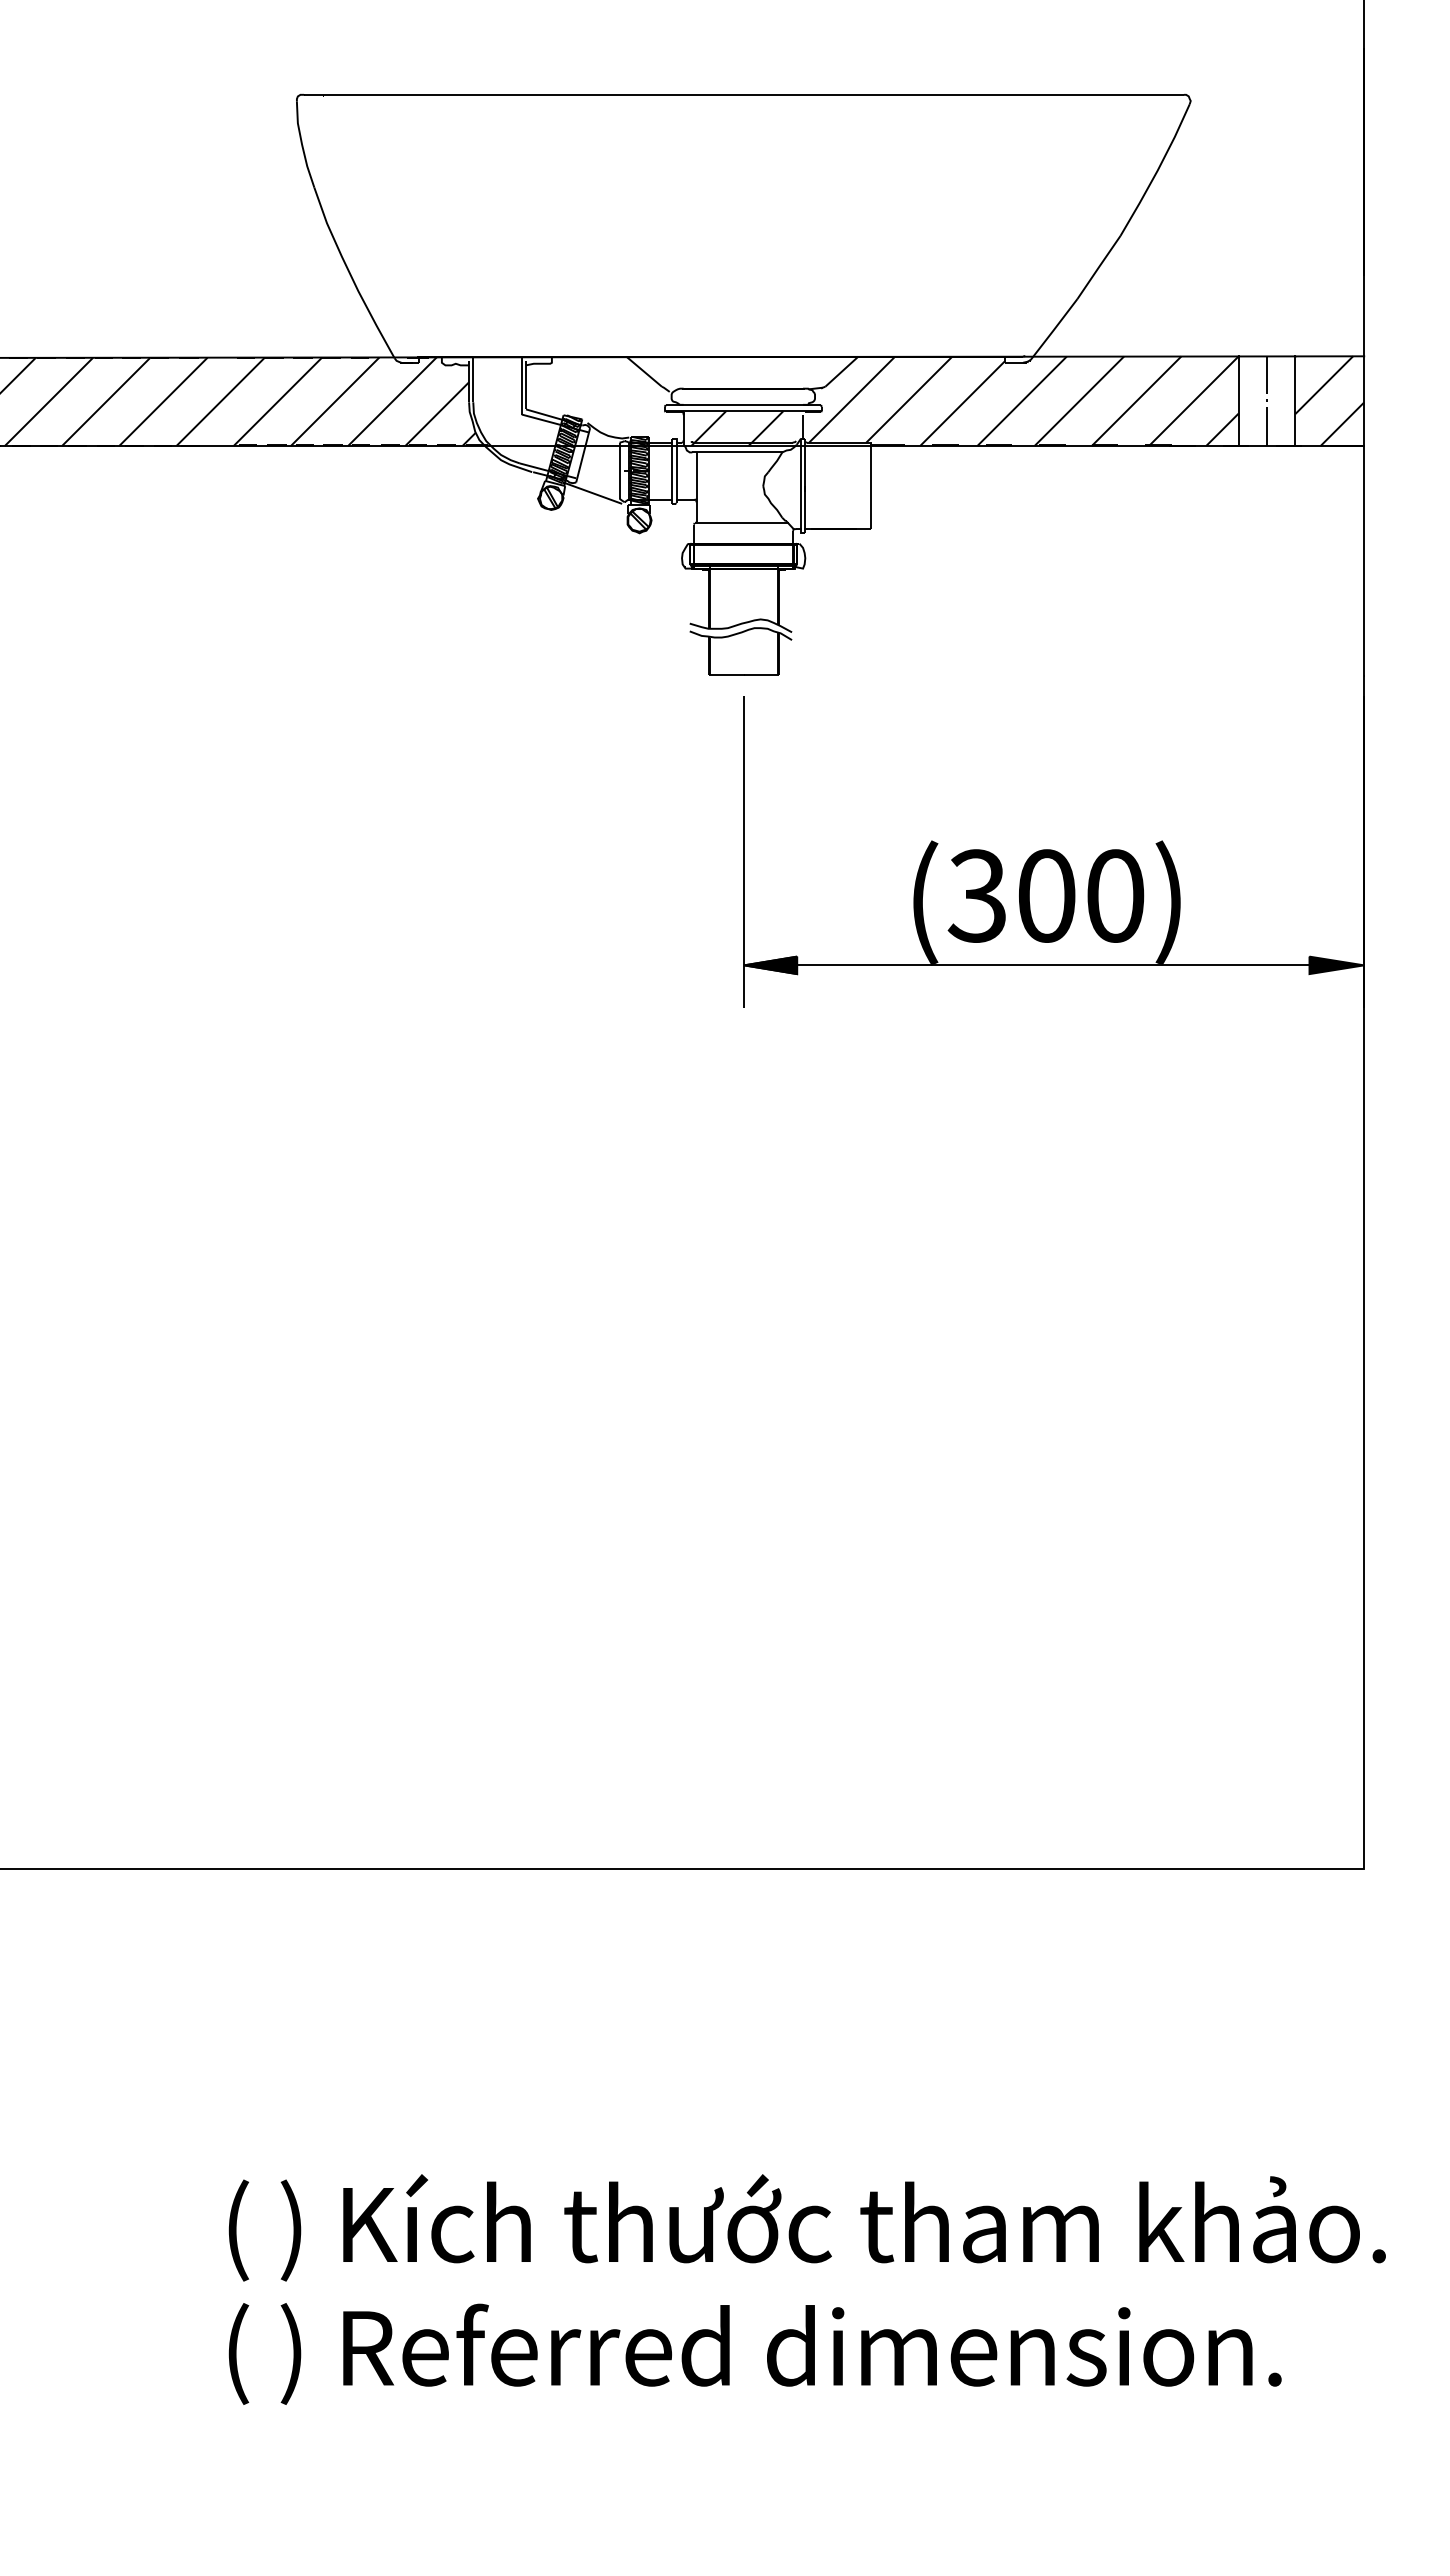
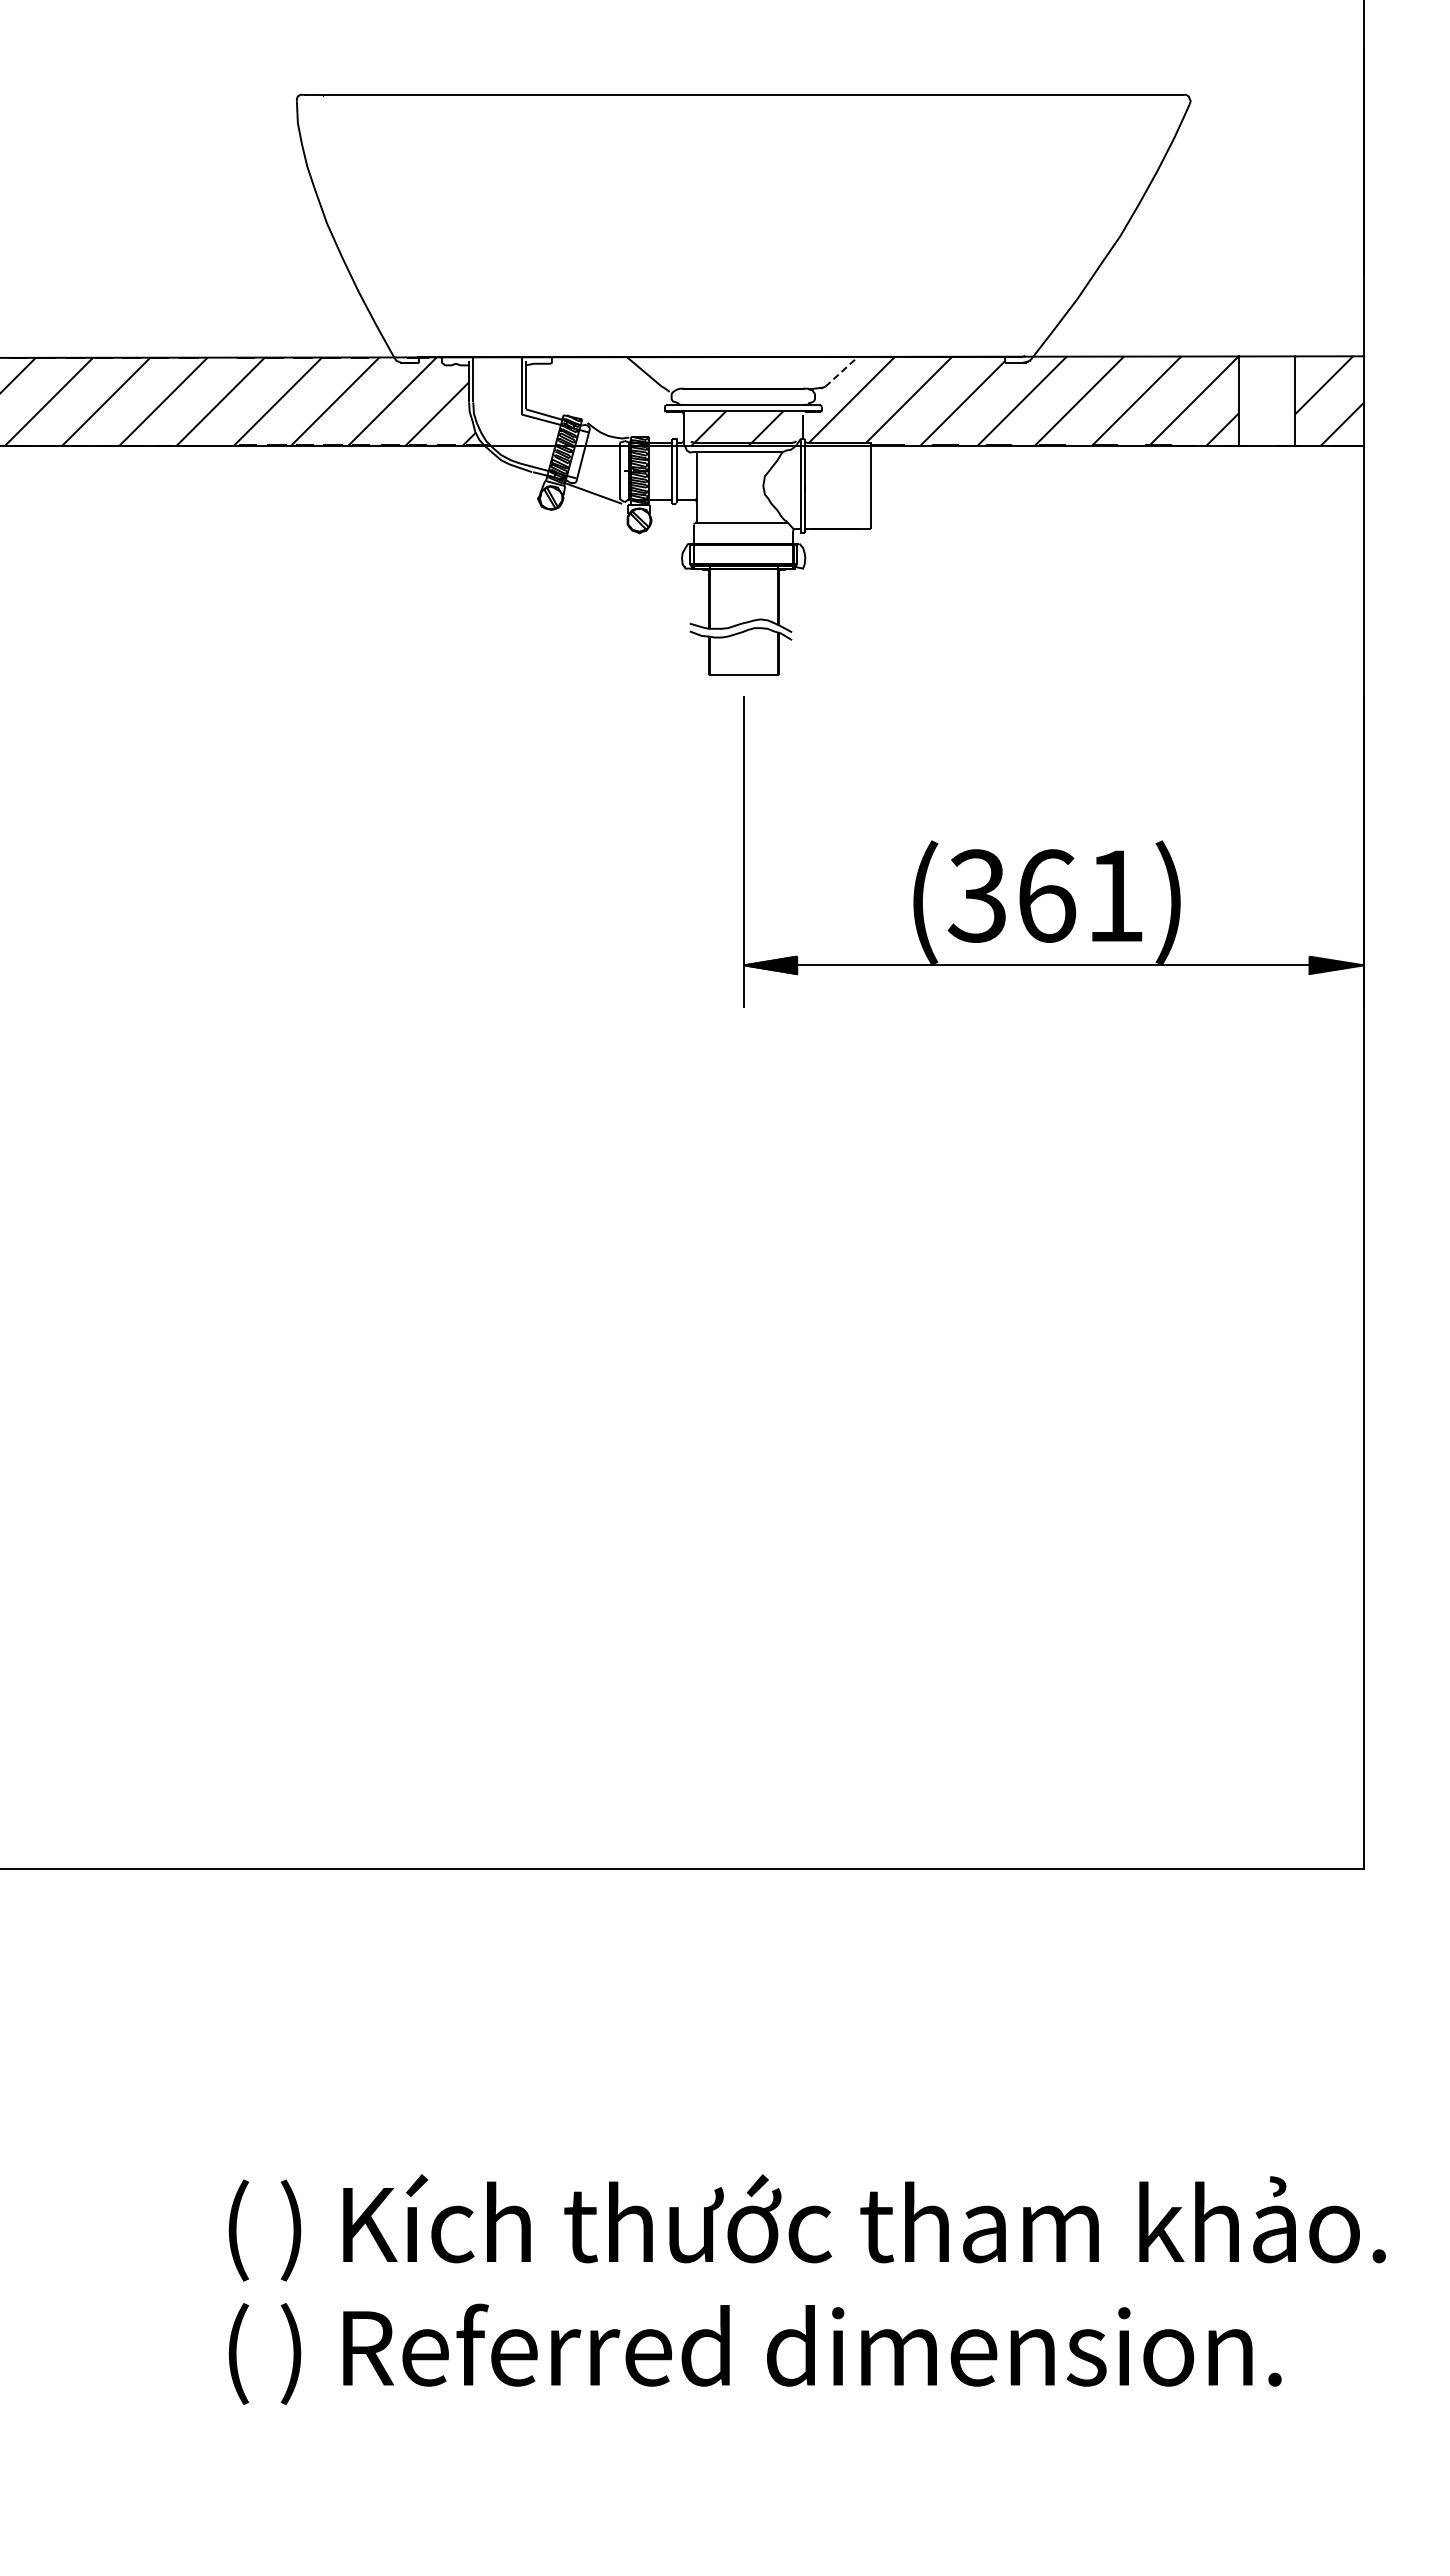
line at (842, 371): solid -> dashed
line at (1267, 400): present -> none
text at (1081, 895): (300) -> (361)
